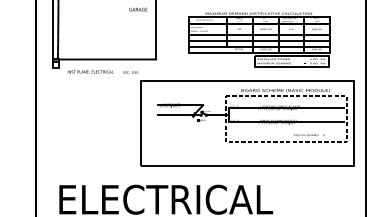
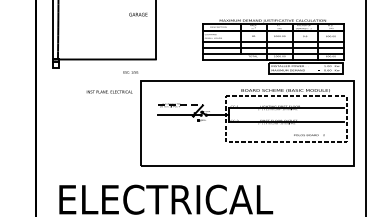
text at (138, 9) position: (138, 9) -> (138, 14)
part at (259, 39) position: (259, 39) -> (273, 46)
text at (90, 71) position: (90, 71) -> (109, 91)
line at (180, 105): solid -> dashed
